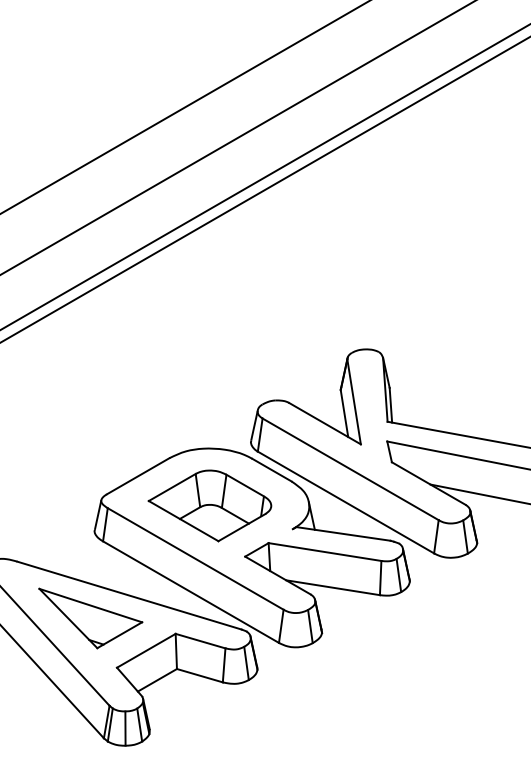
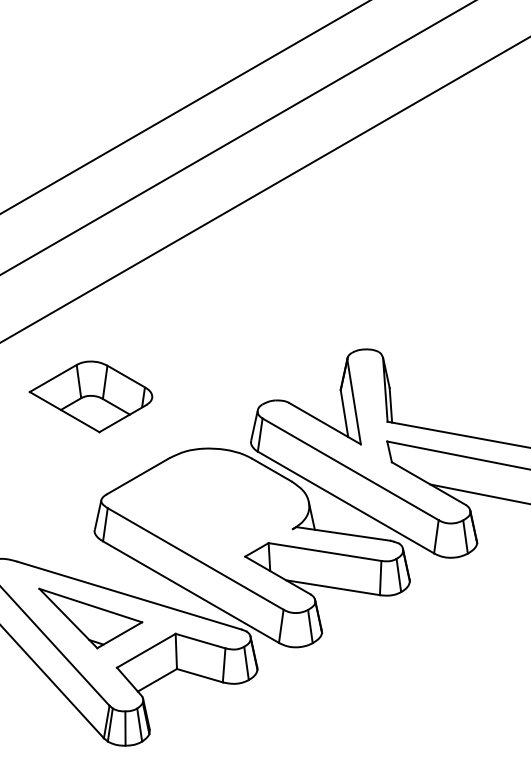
line at (264, 177): present -> none
part at (209, 505) position: (209, 505) -> (90, 396)
